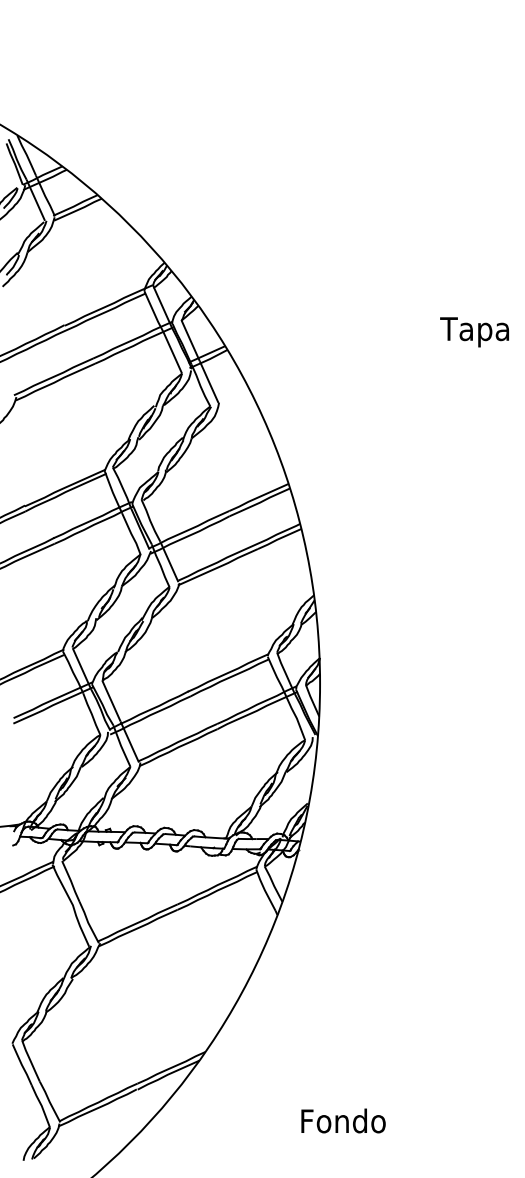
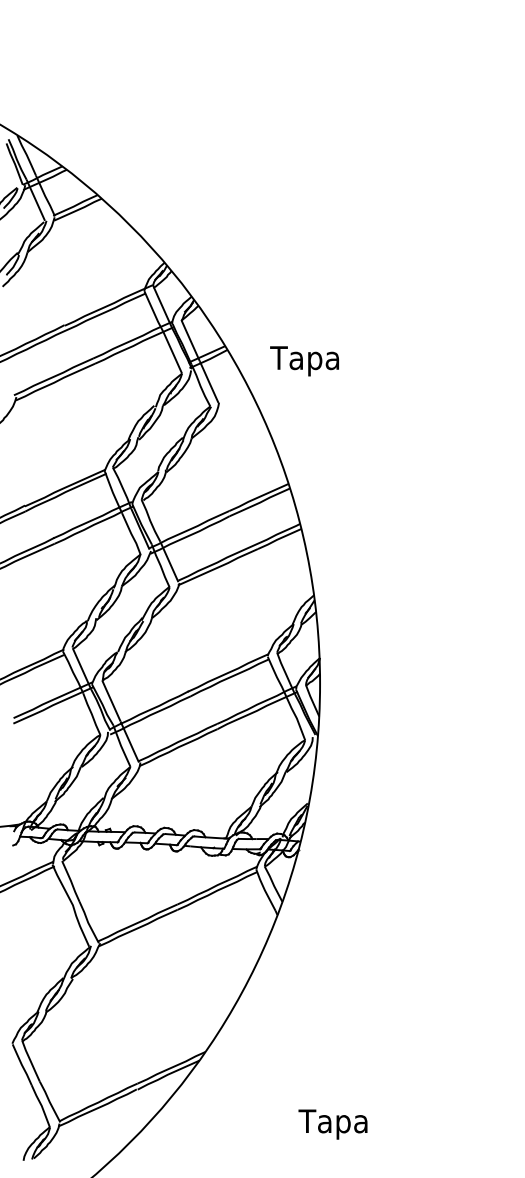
text at (474, 332) position: (474, 332) -> (304, 361)
text at (341, 1123): Fondo -> Tapa
